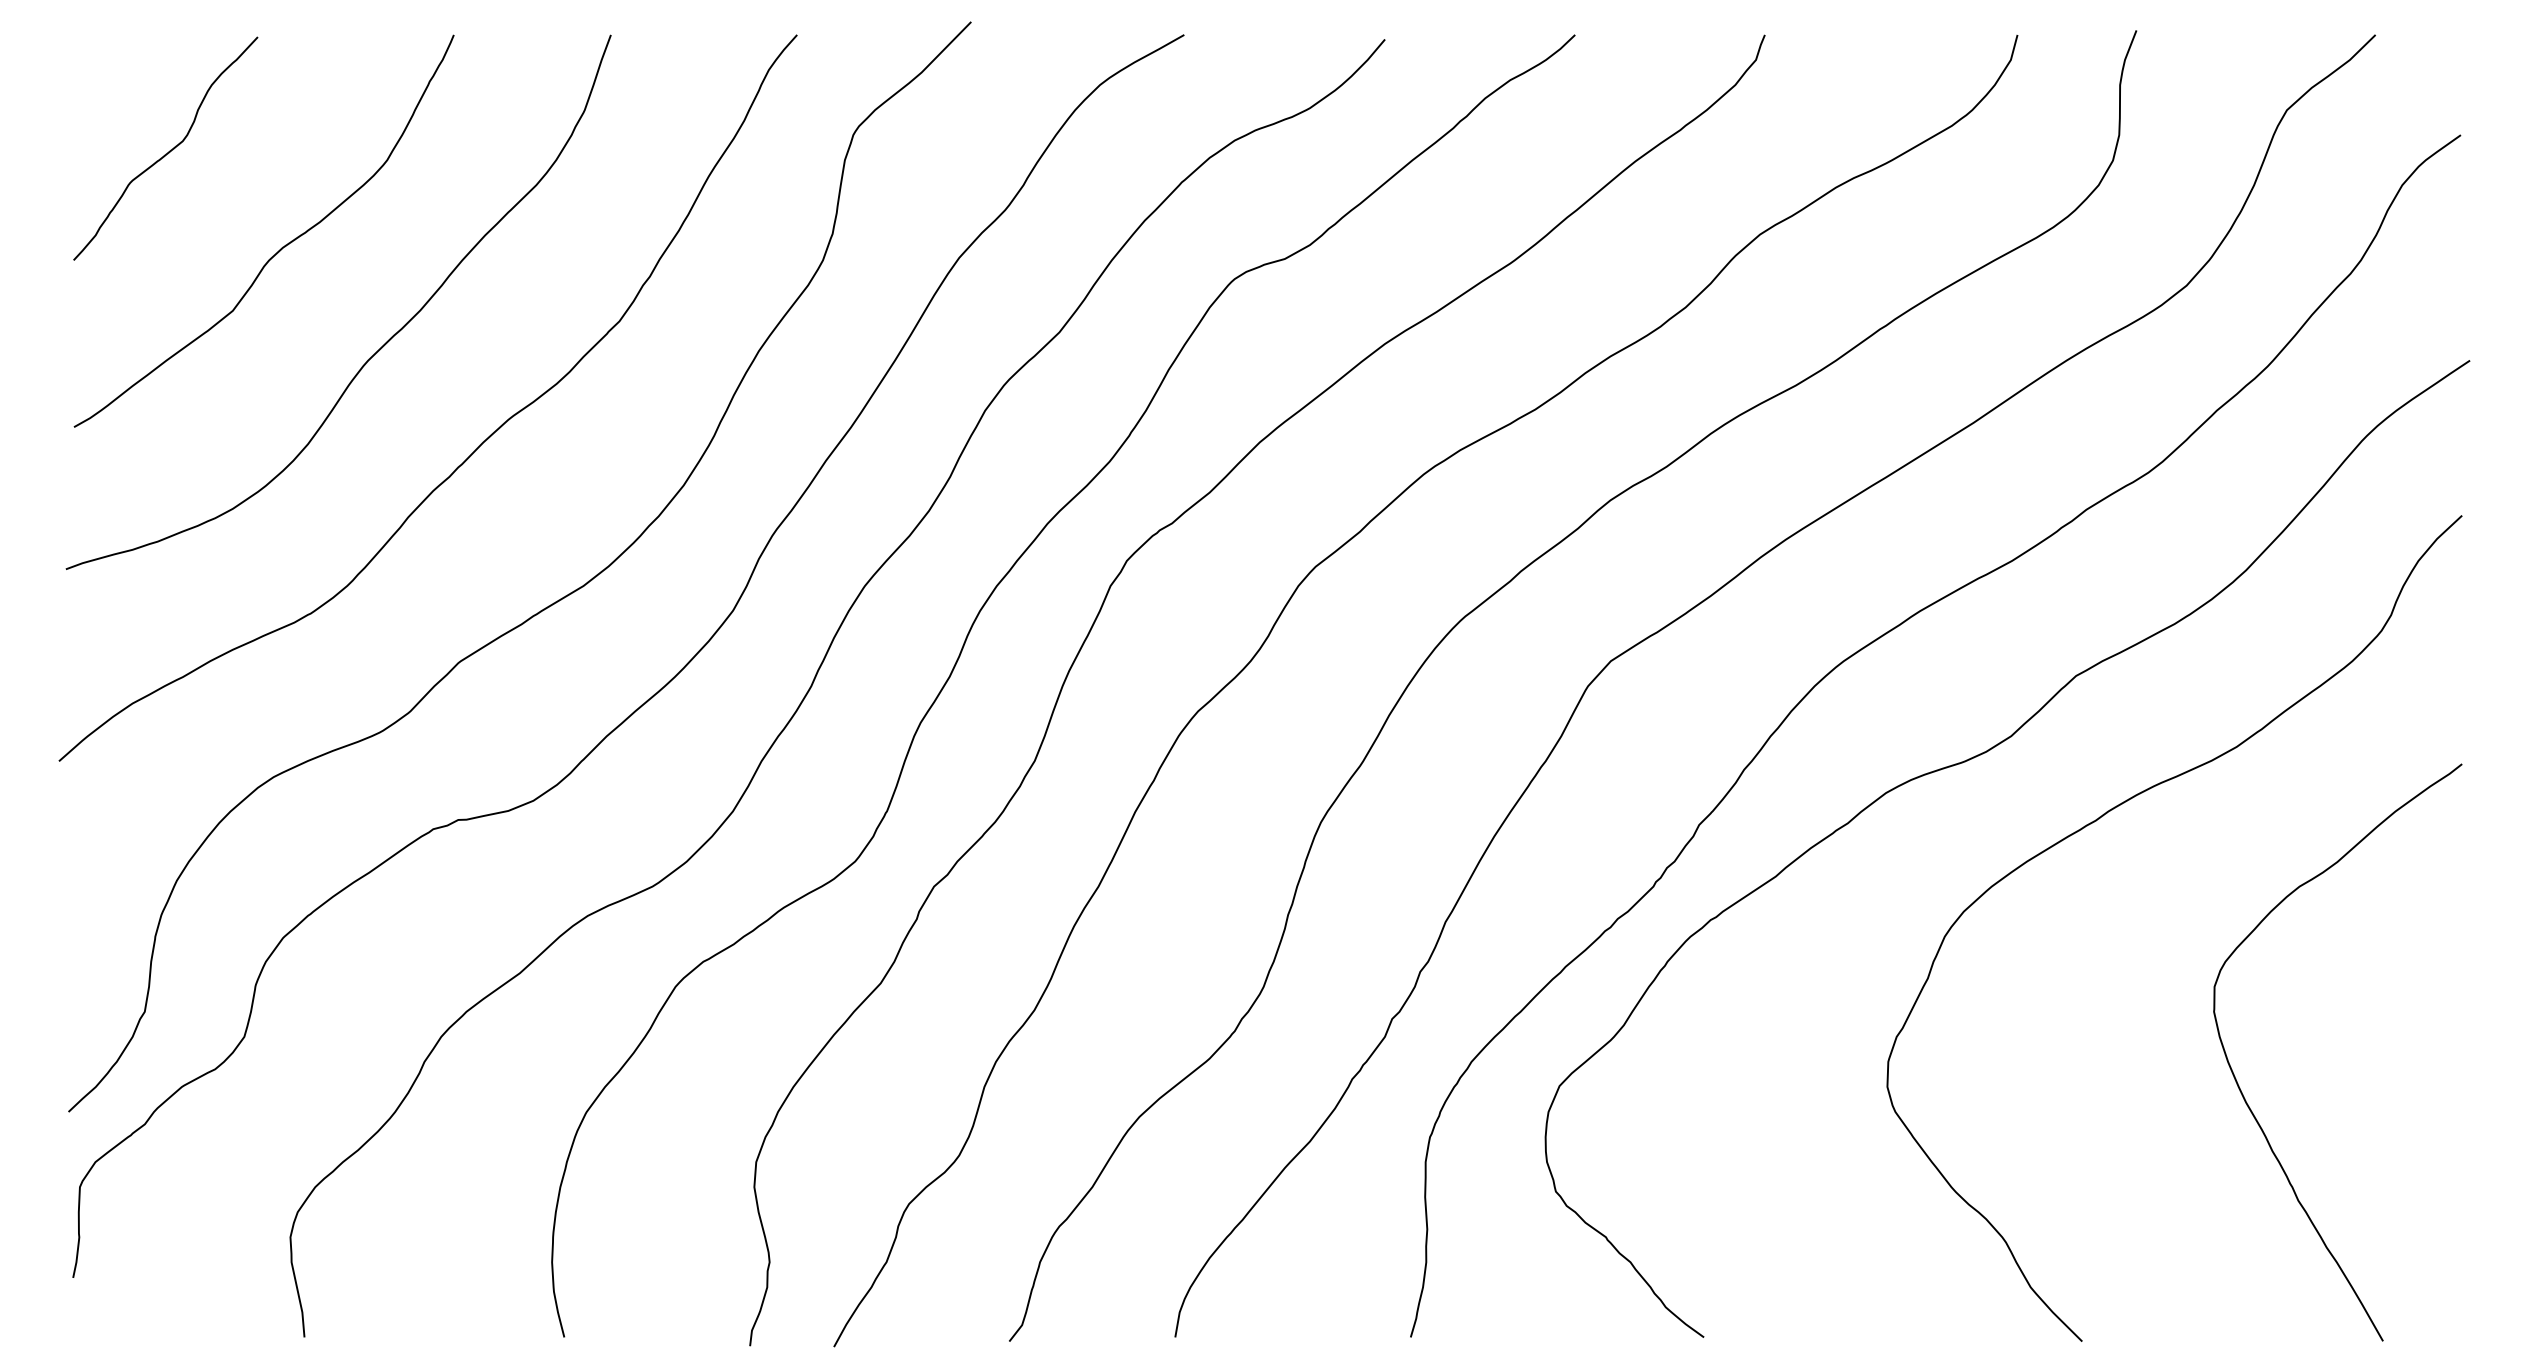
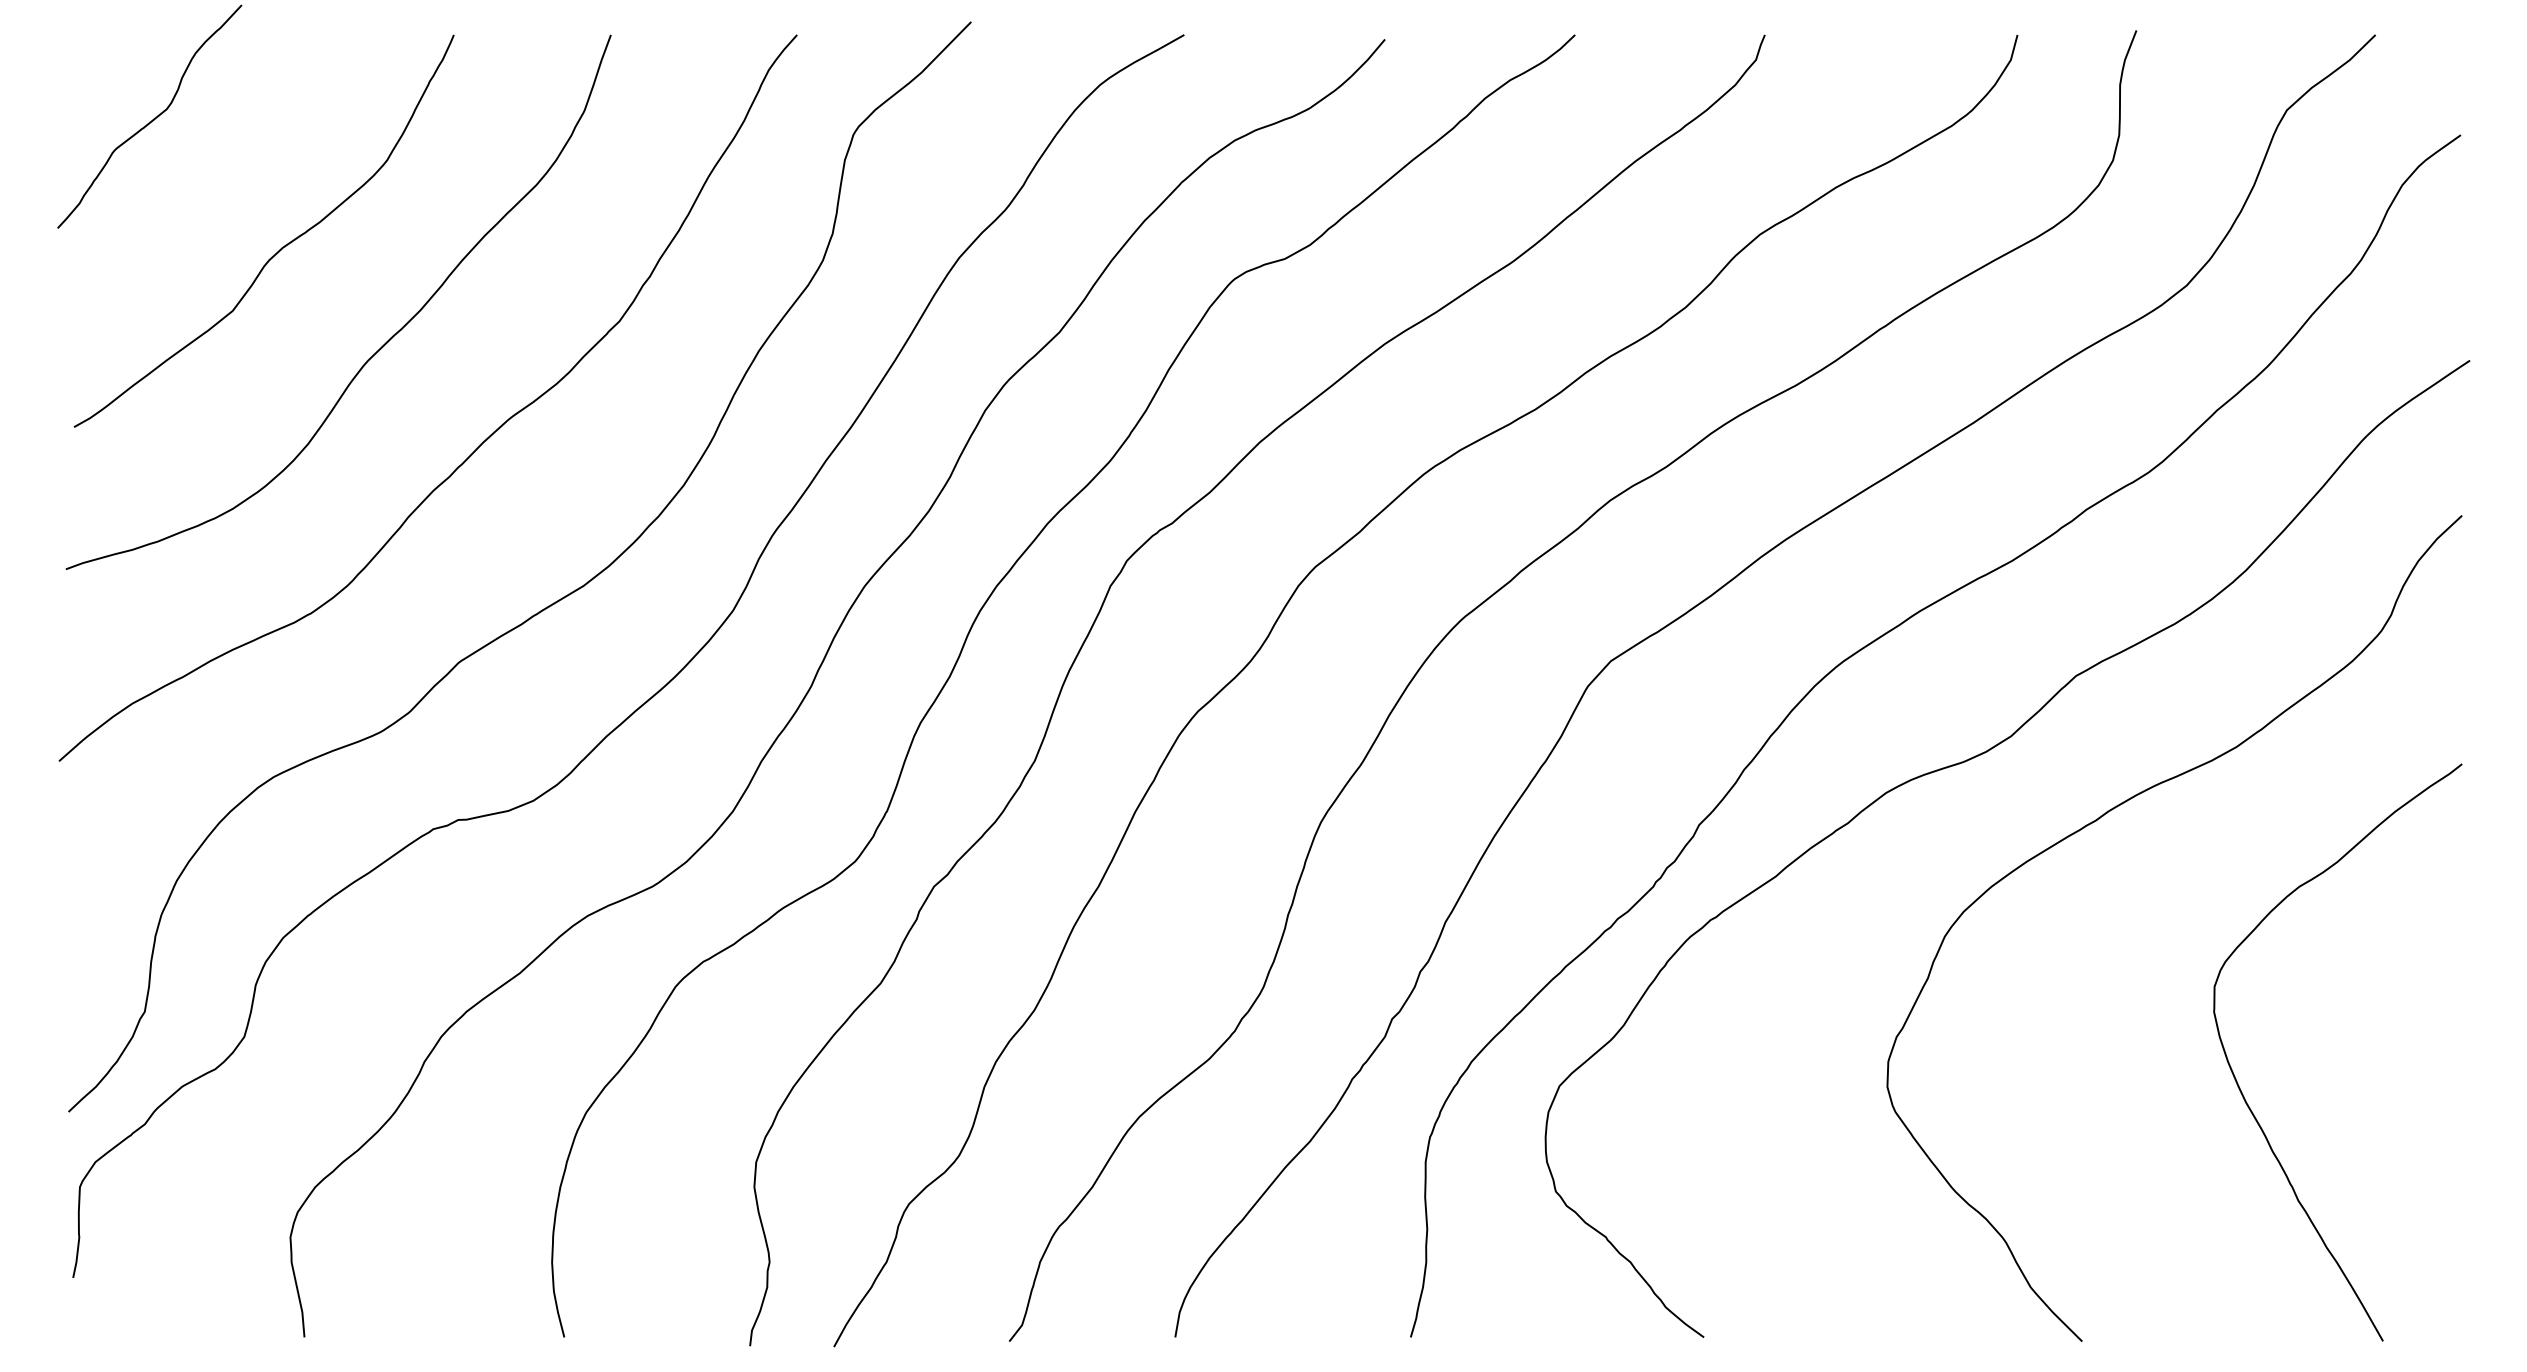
curve at (168, 151) position: (168, 151) -> (152, 119)
